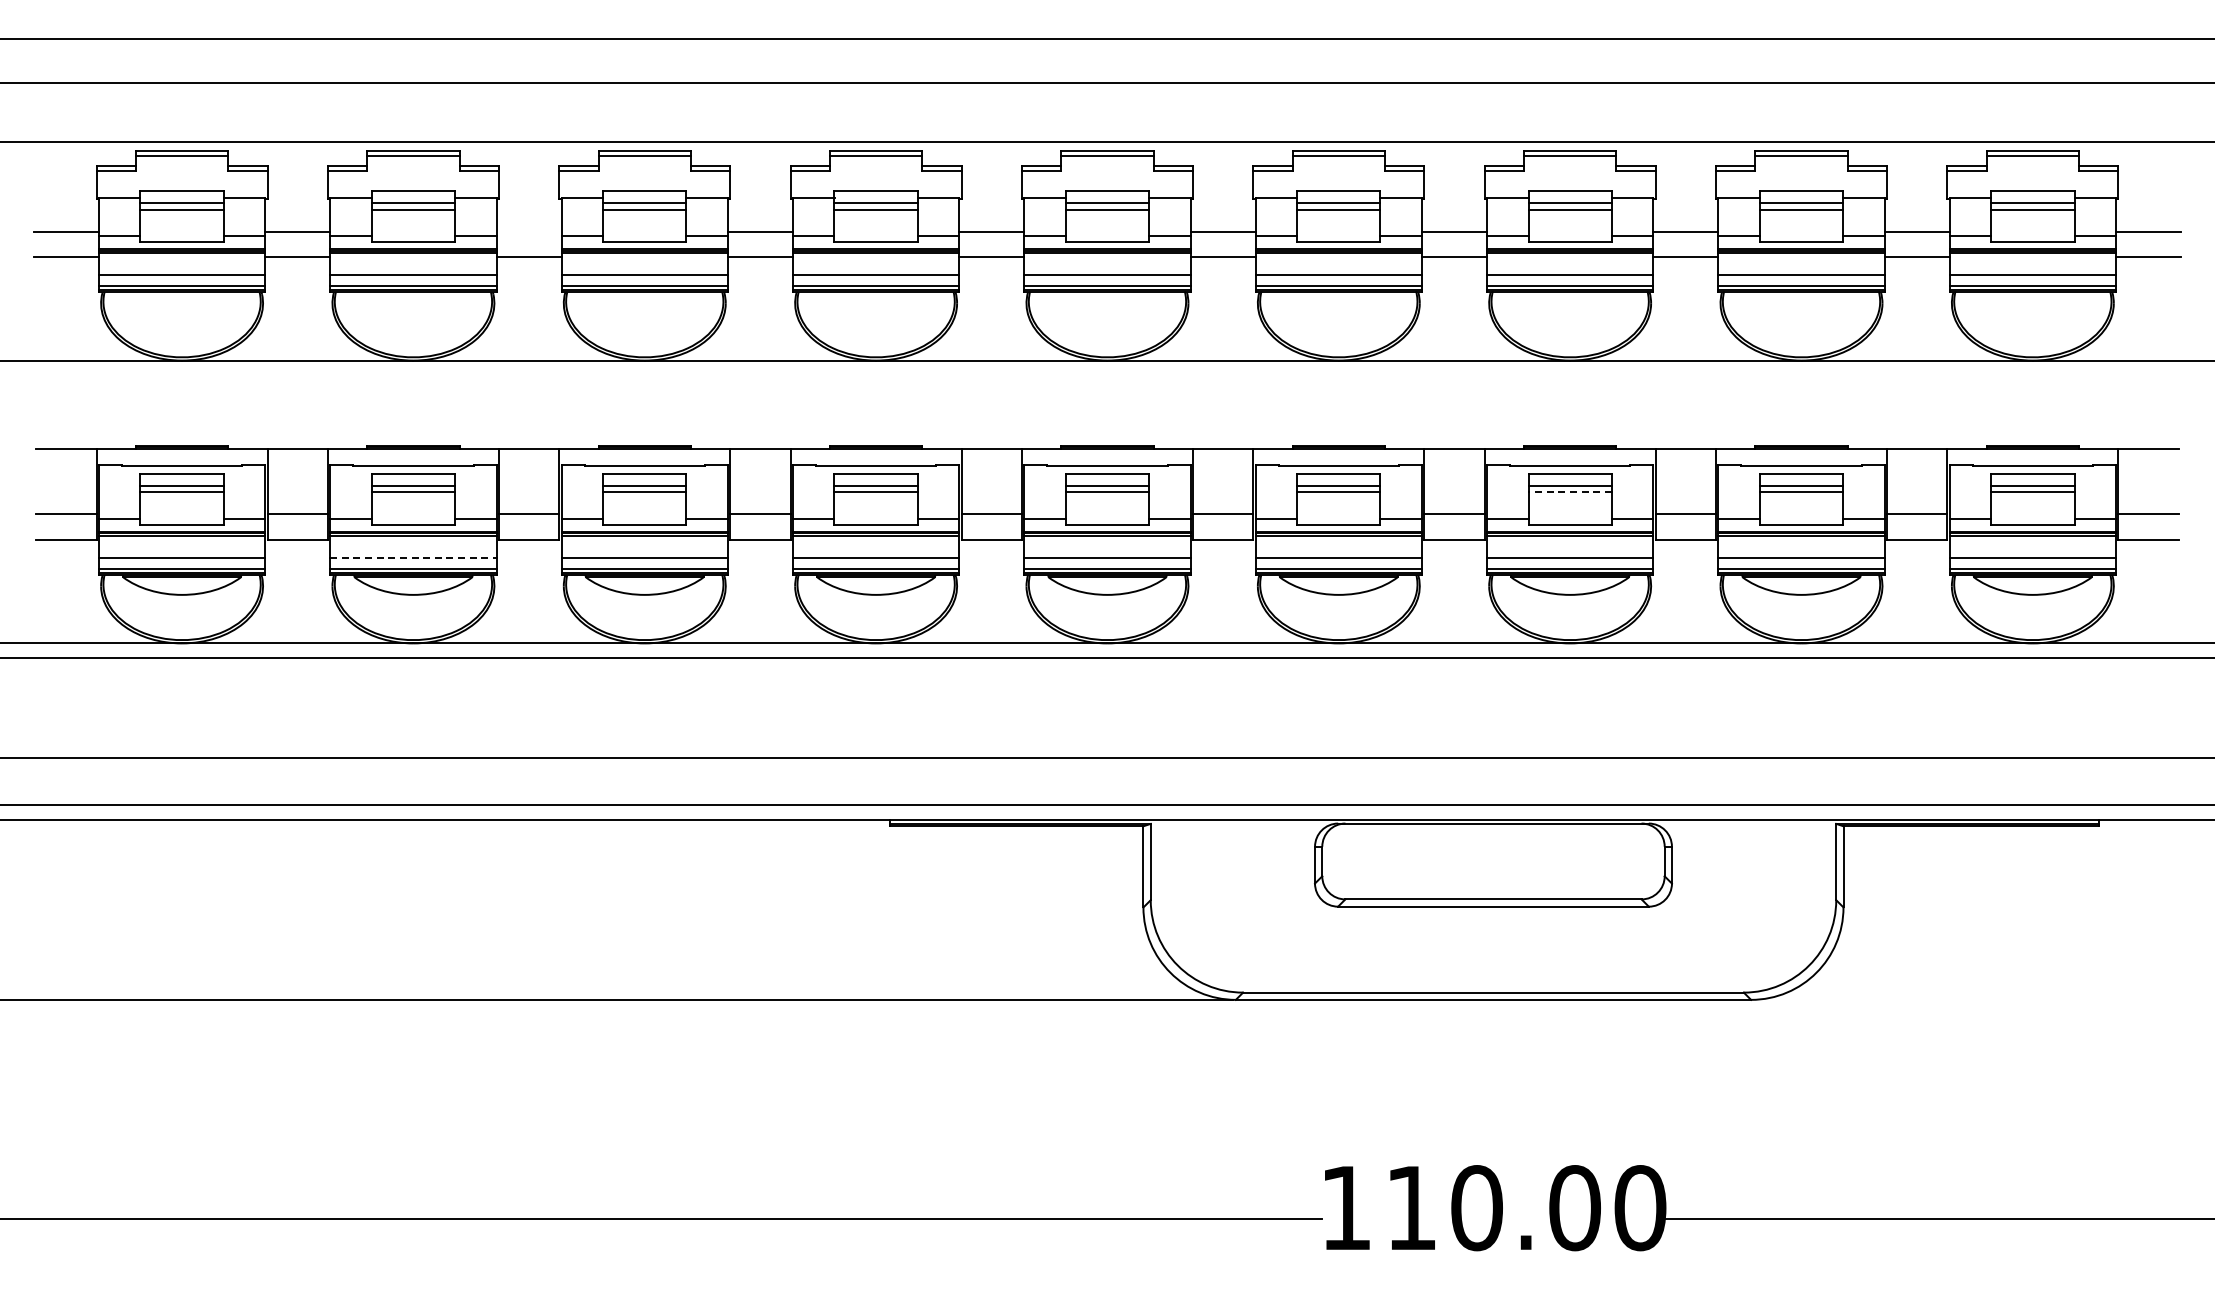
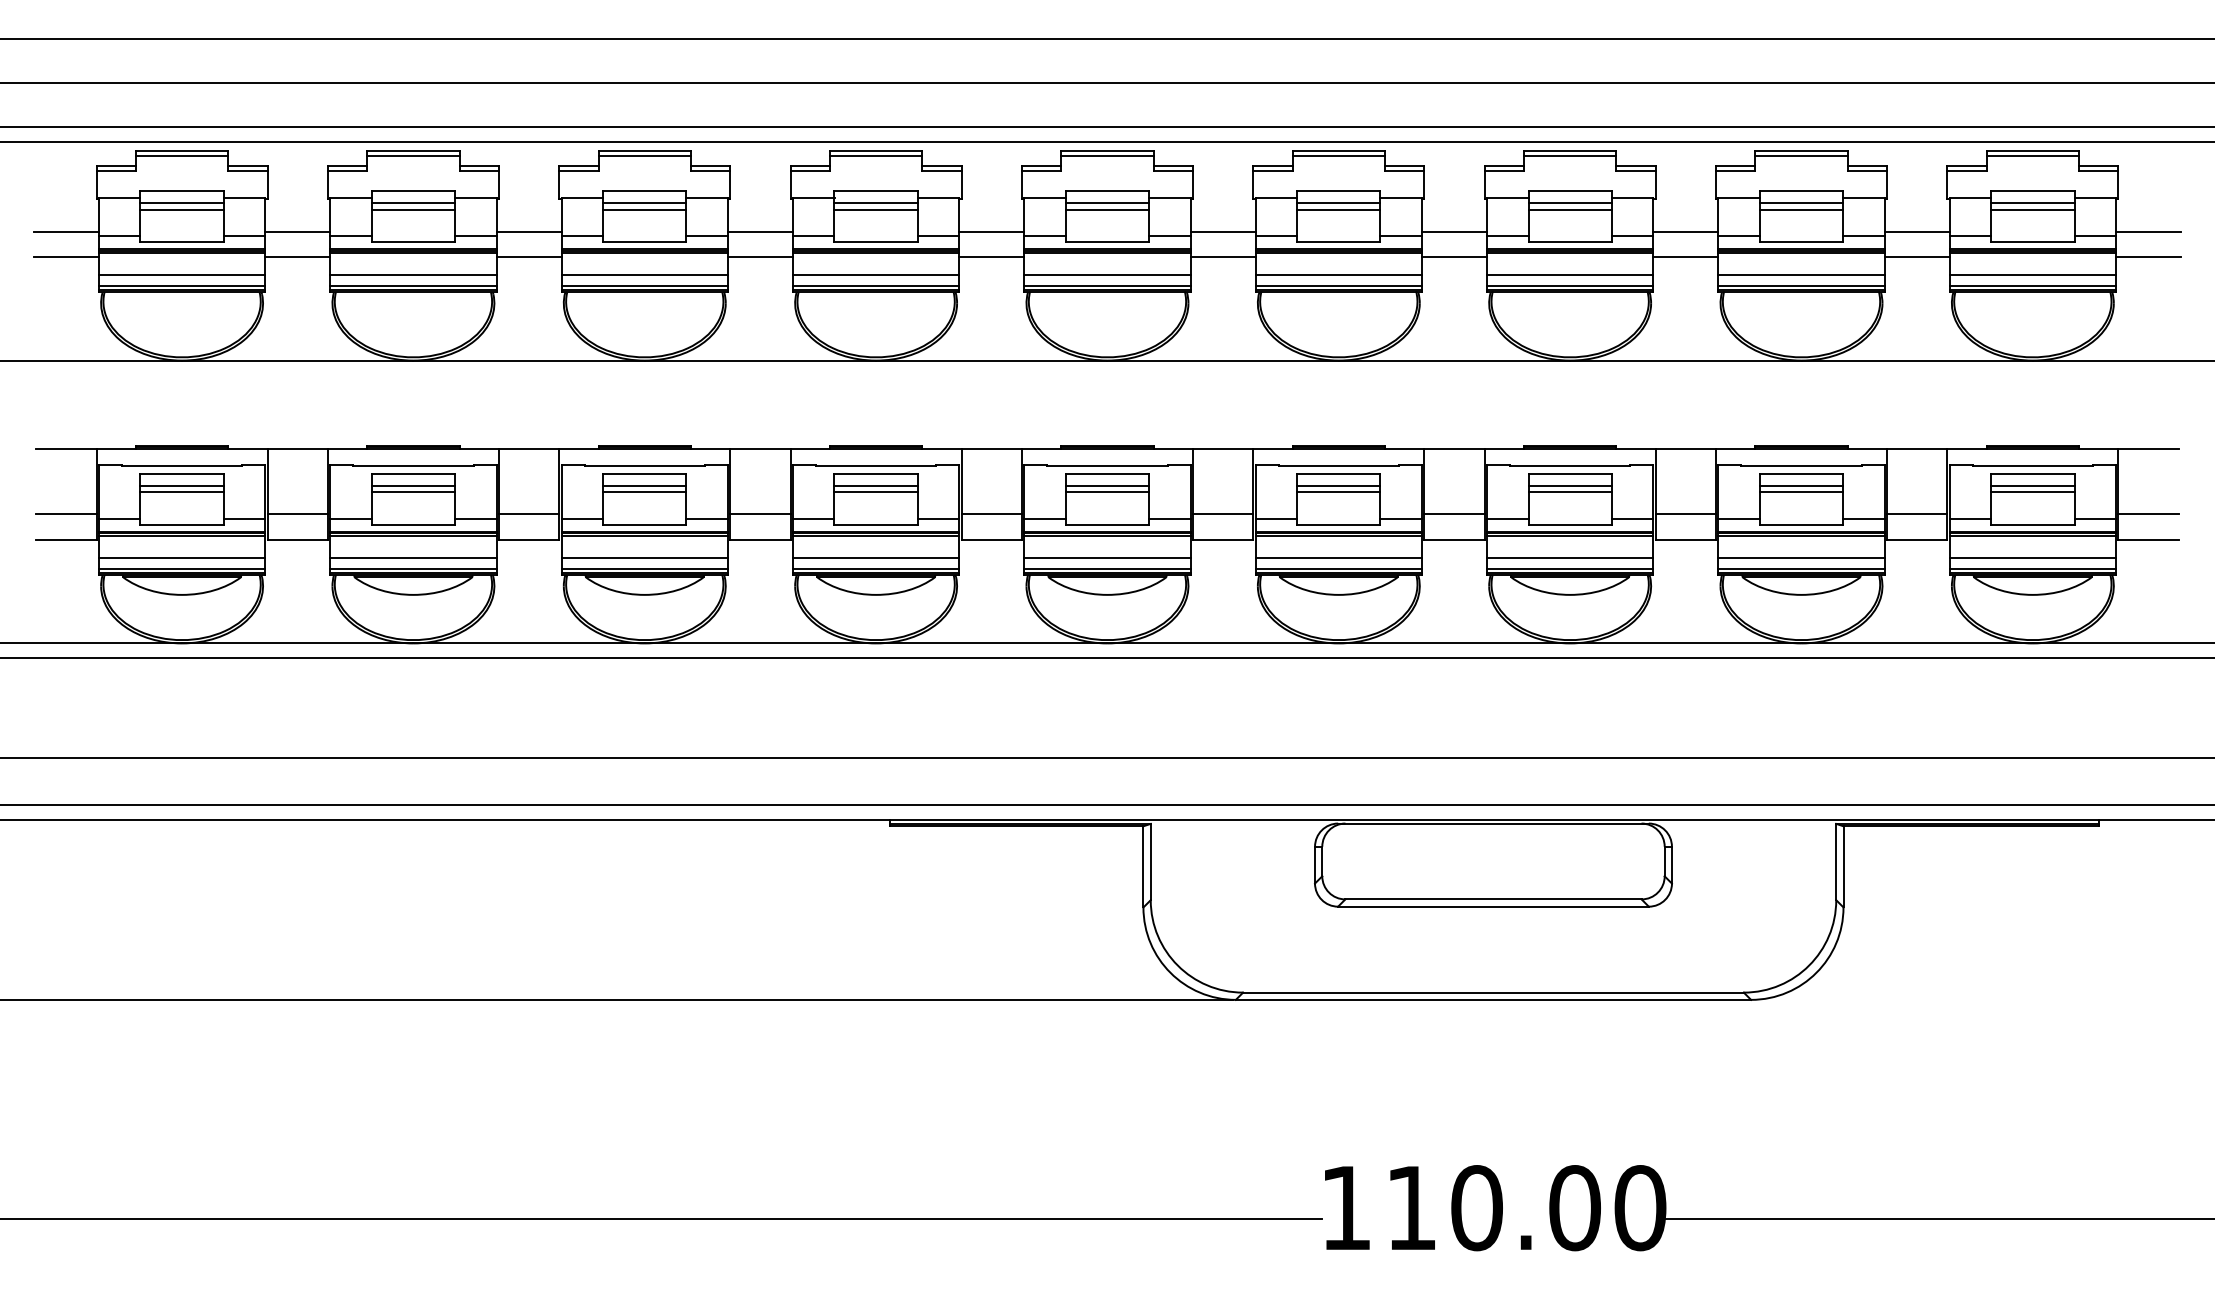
line at (1106, 127): none -> present
line at (528, 231): none -> present
line at (1570, 492): dashed -> solid
line at (413, 557): dashed -> solid
